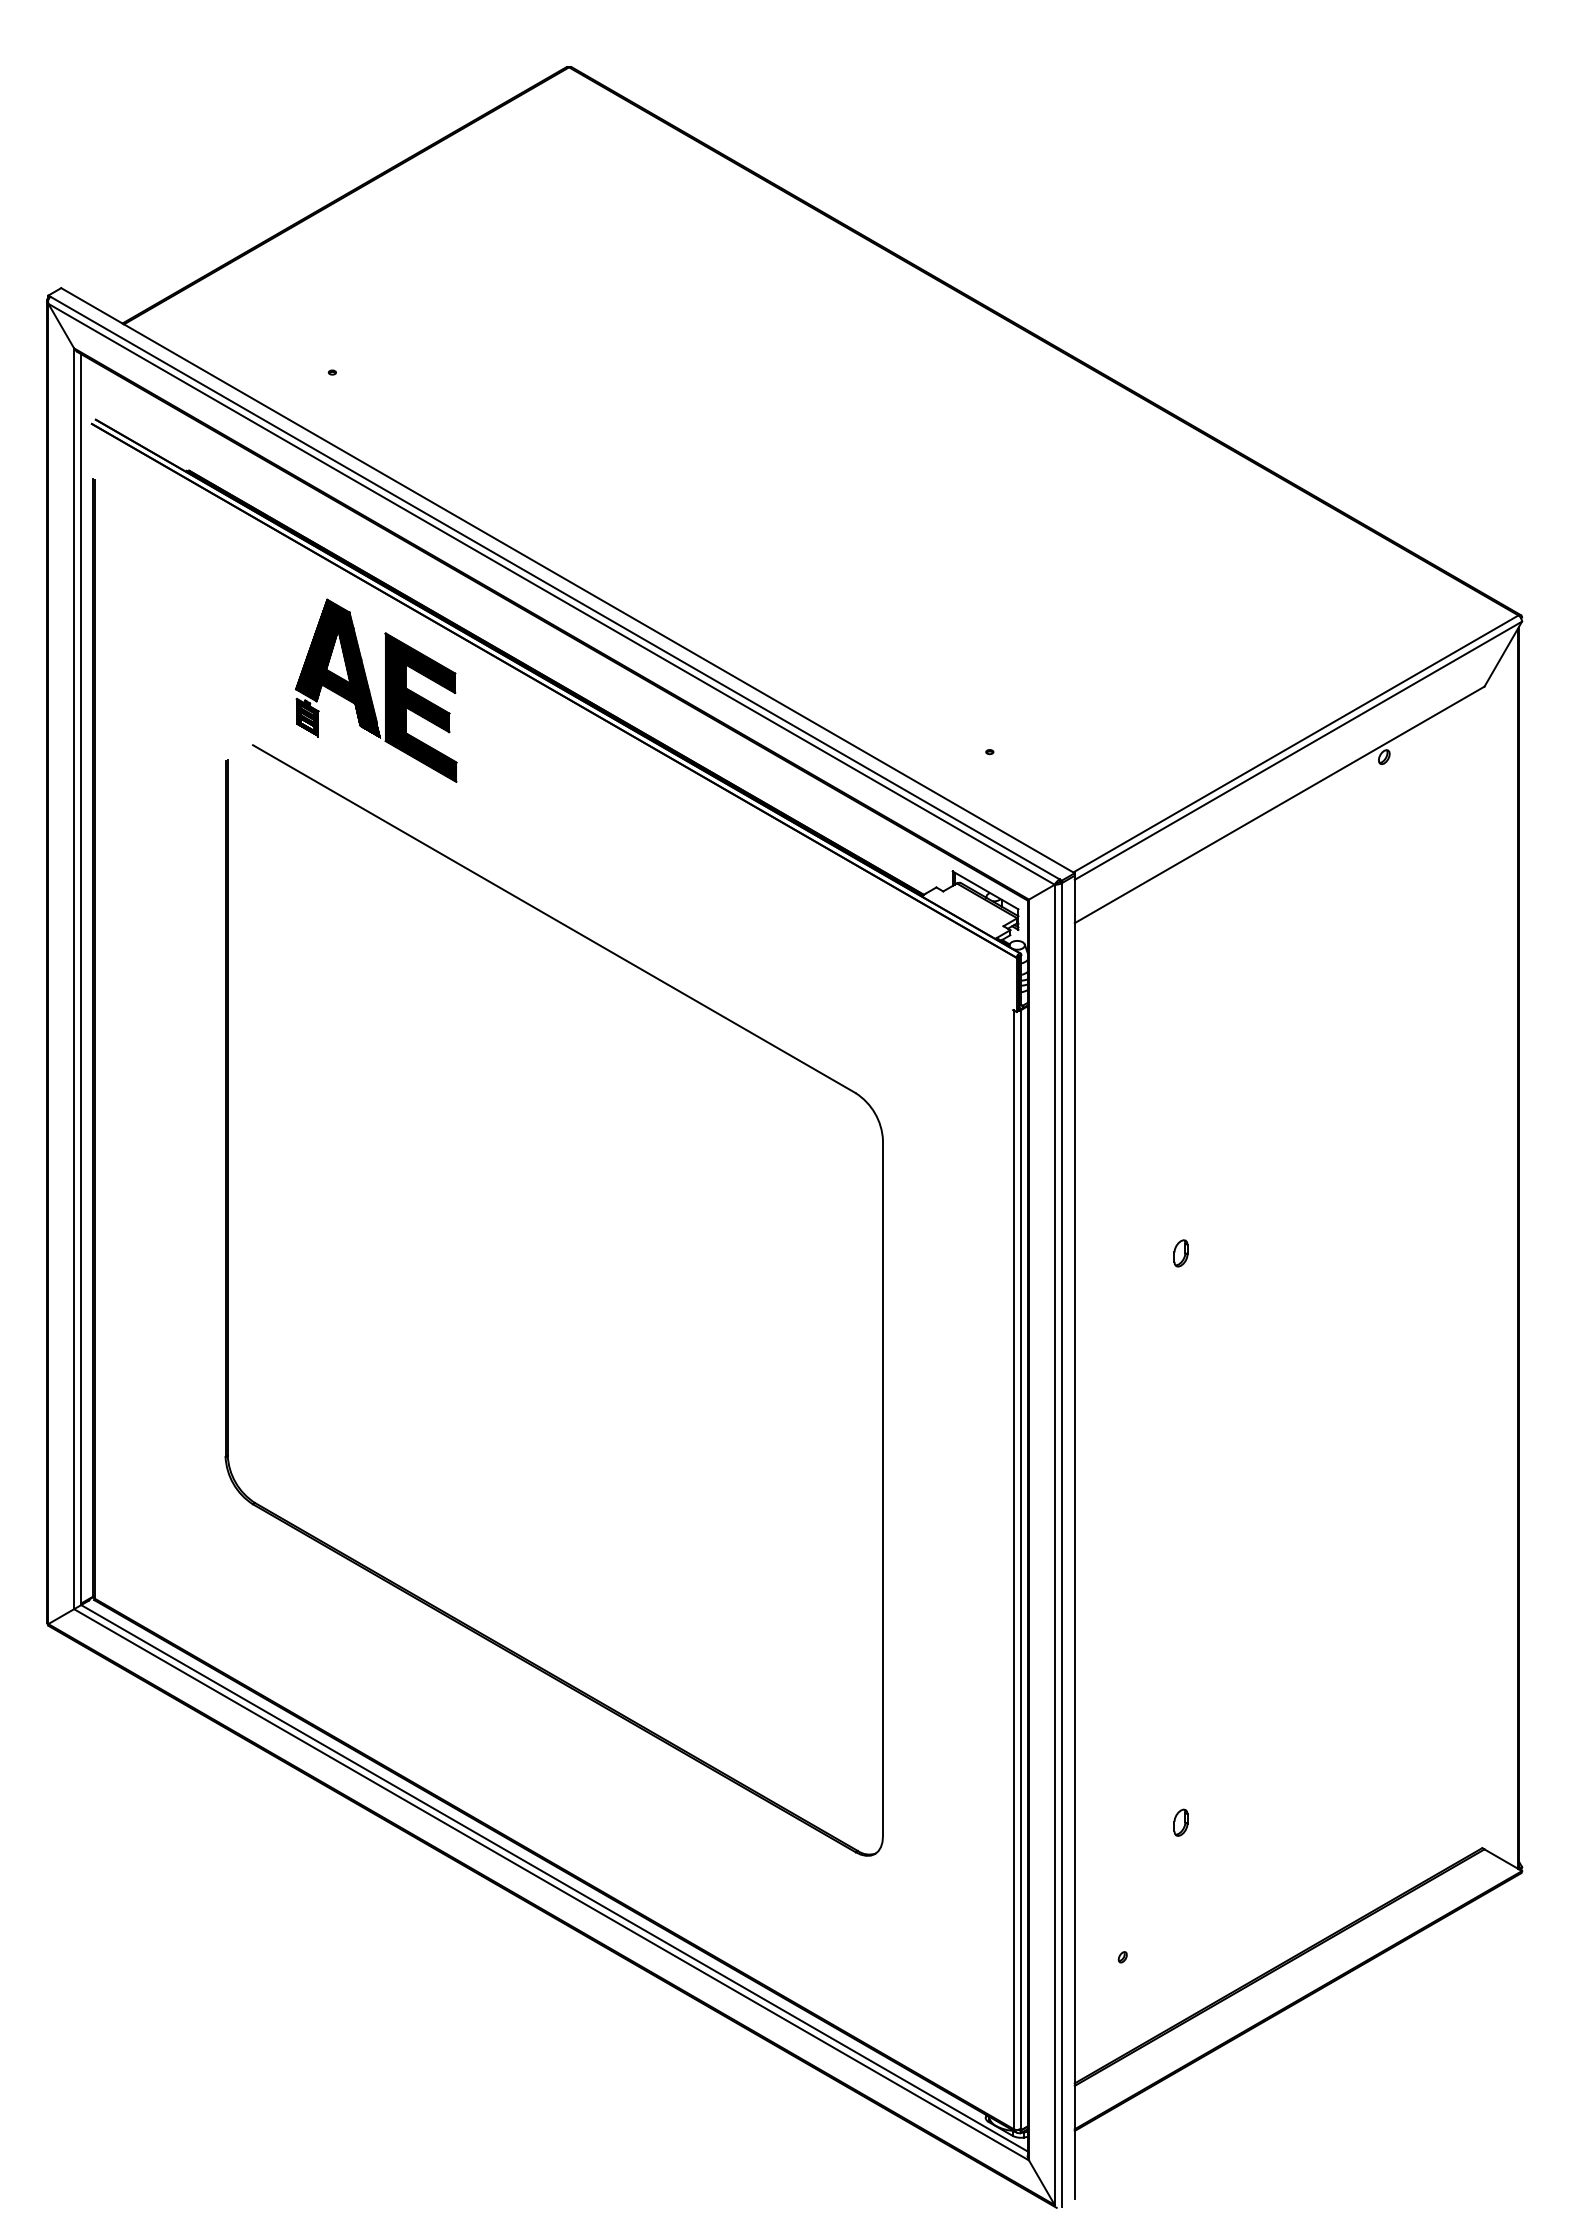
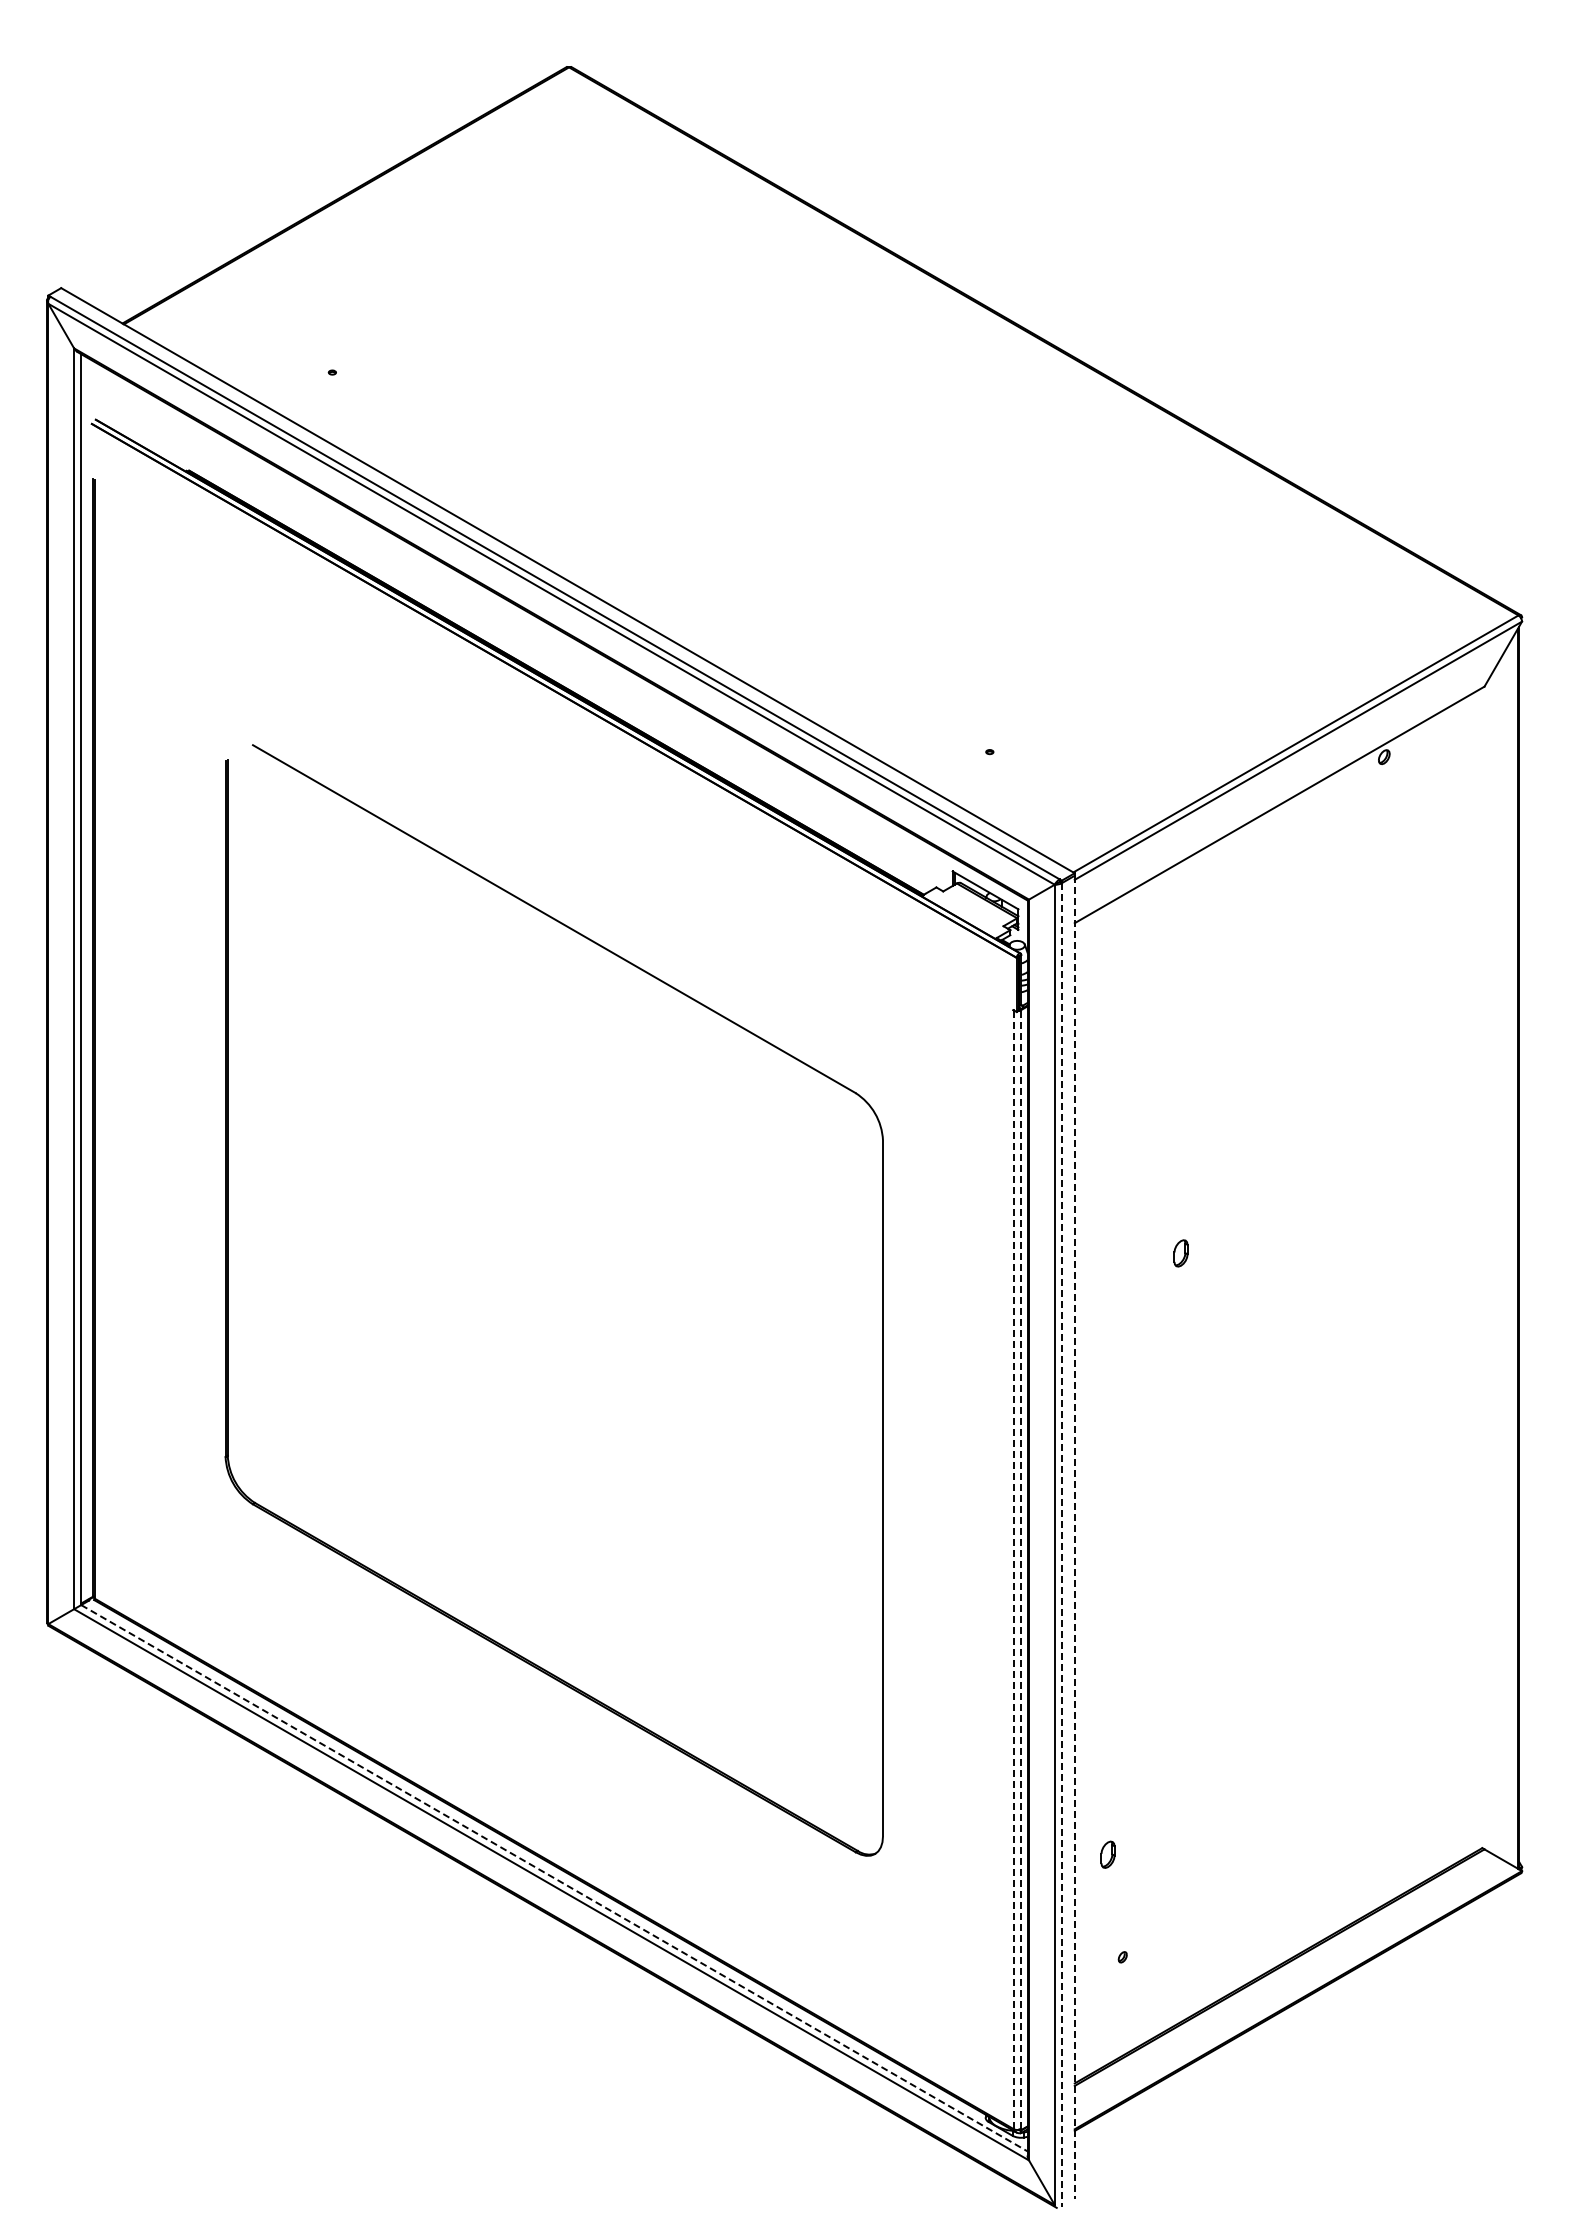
part at (370, 691): present -> none
line at (1074, 1537): solid -> dashed
line at (1061, 1544): solid -> dashed
line at (1013, 1569): solid -> dashed
line at (1020, 1569): solid -> dashed
part at (1180, 1822) position: (1180, 1822) -> (1107, 1854)
line at (554, 1878): solid -> dashed
